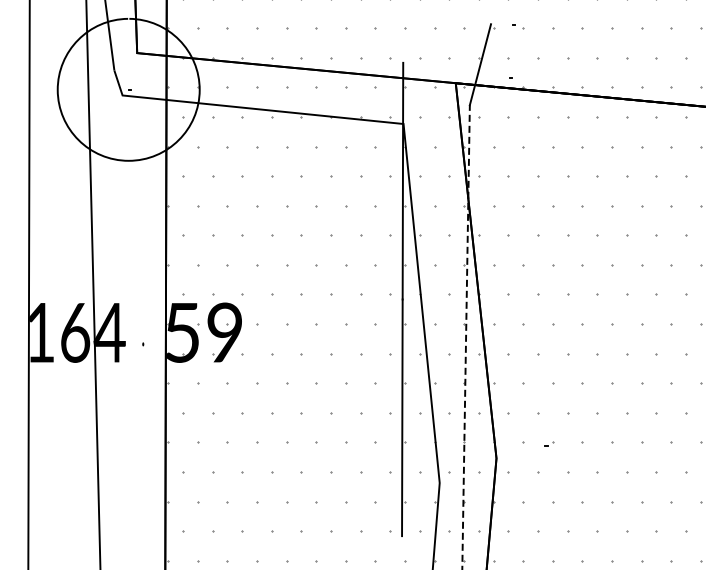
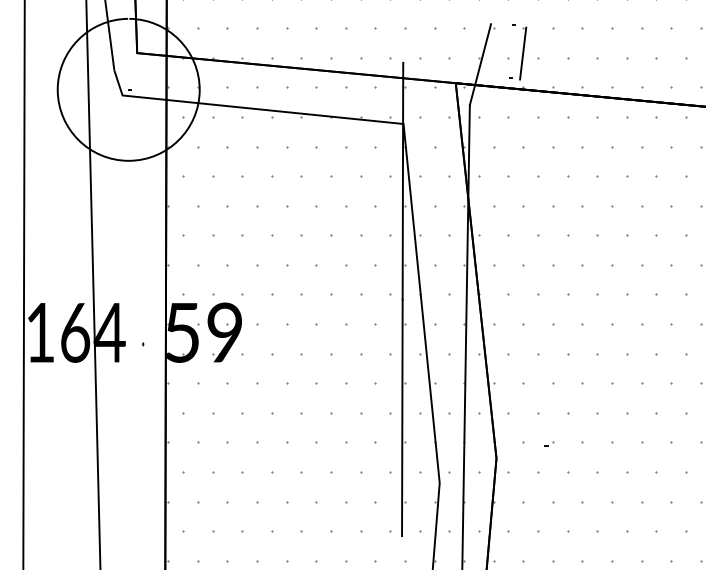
line at (523, 53): none -> present
line at (28, 284) position: (28, 284) -> (23, 284)
line at (466, 337): dashed -> solid
